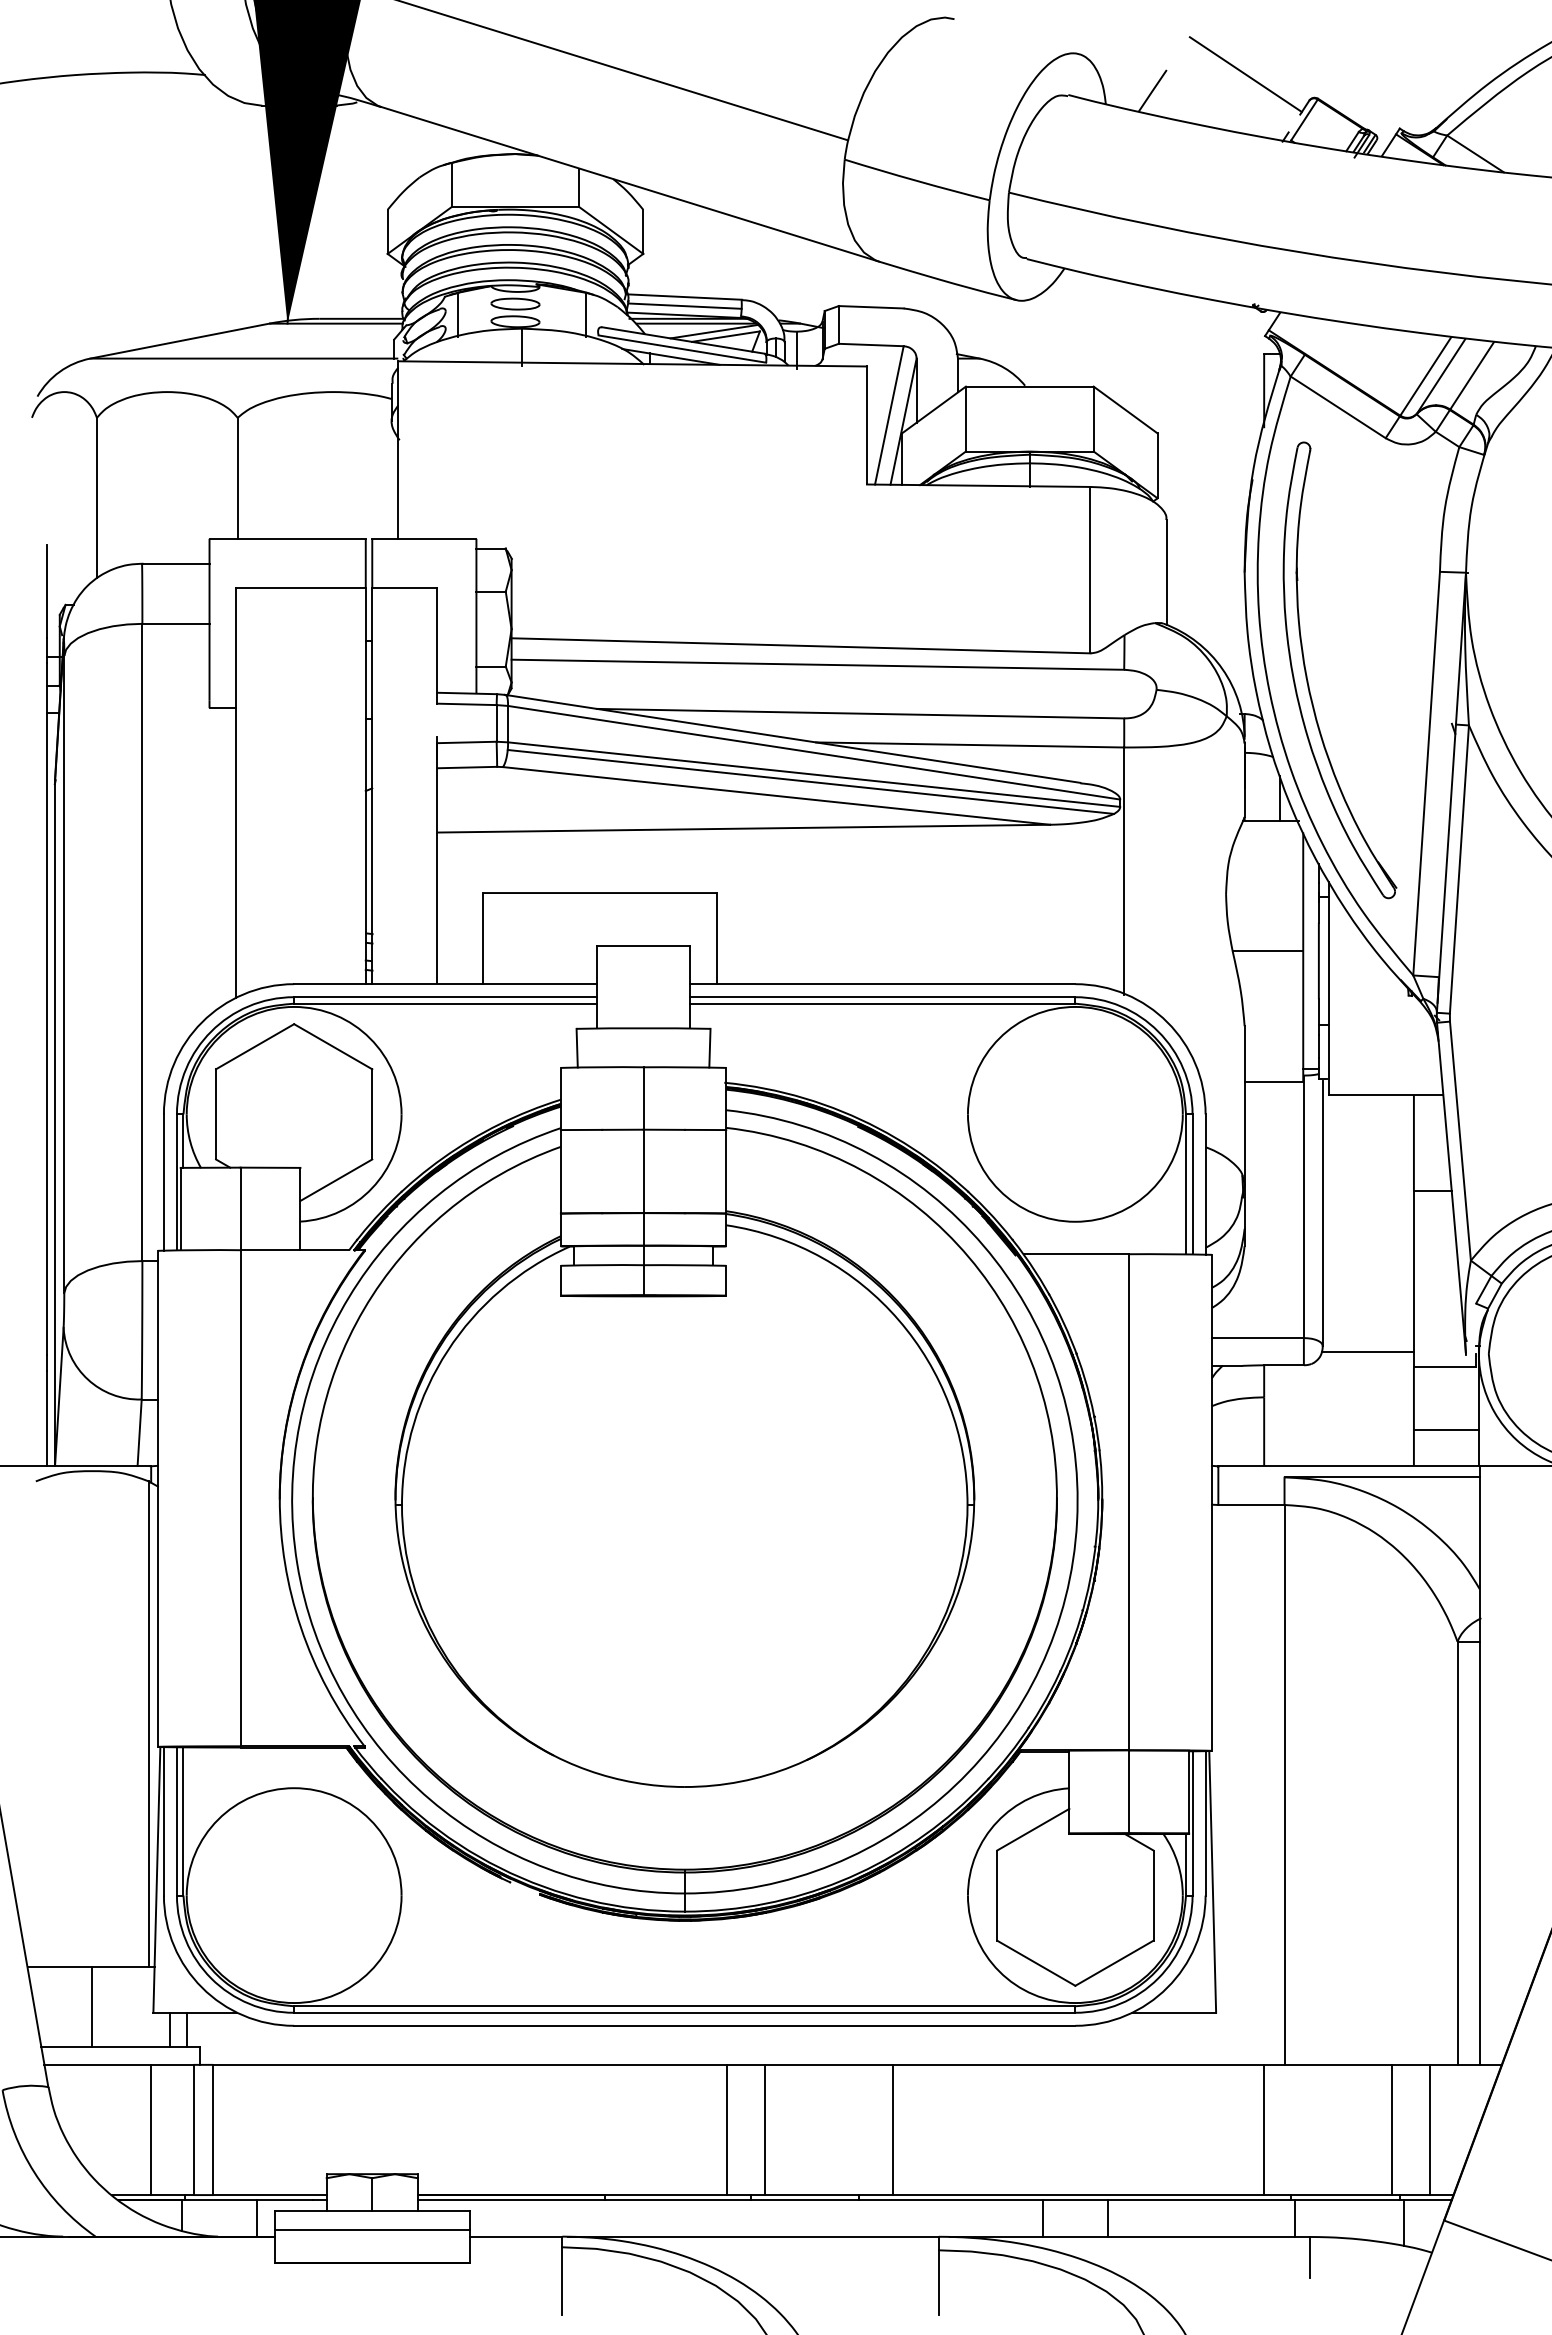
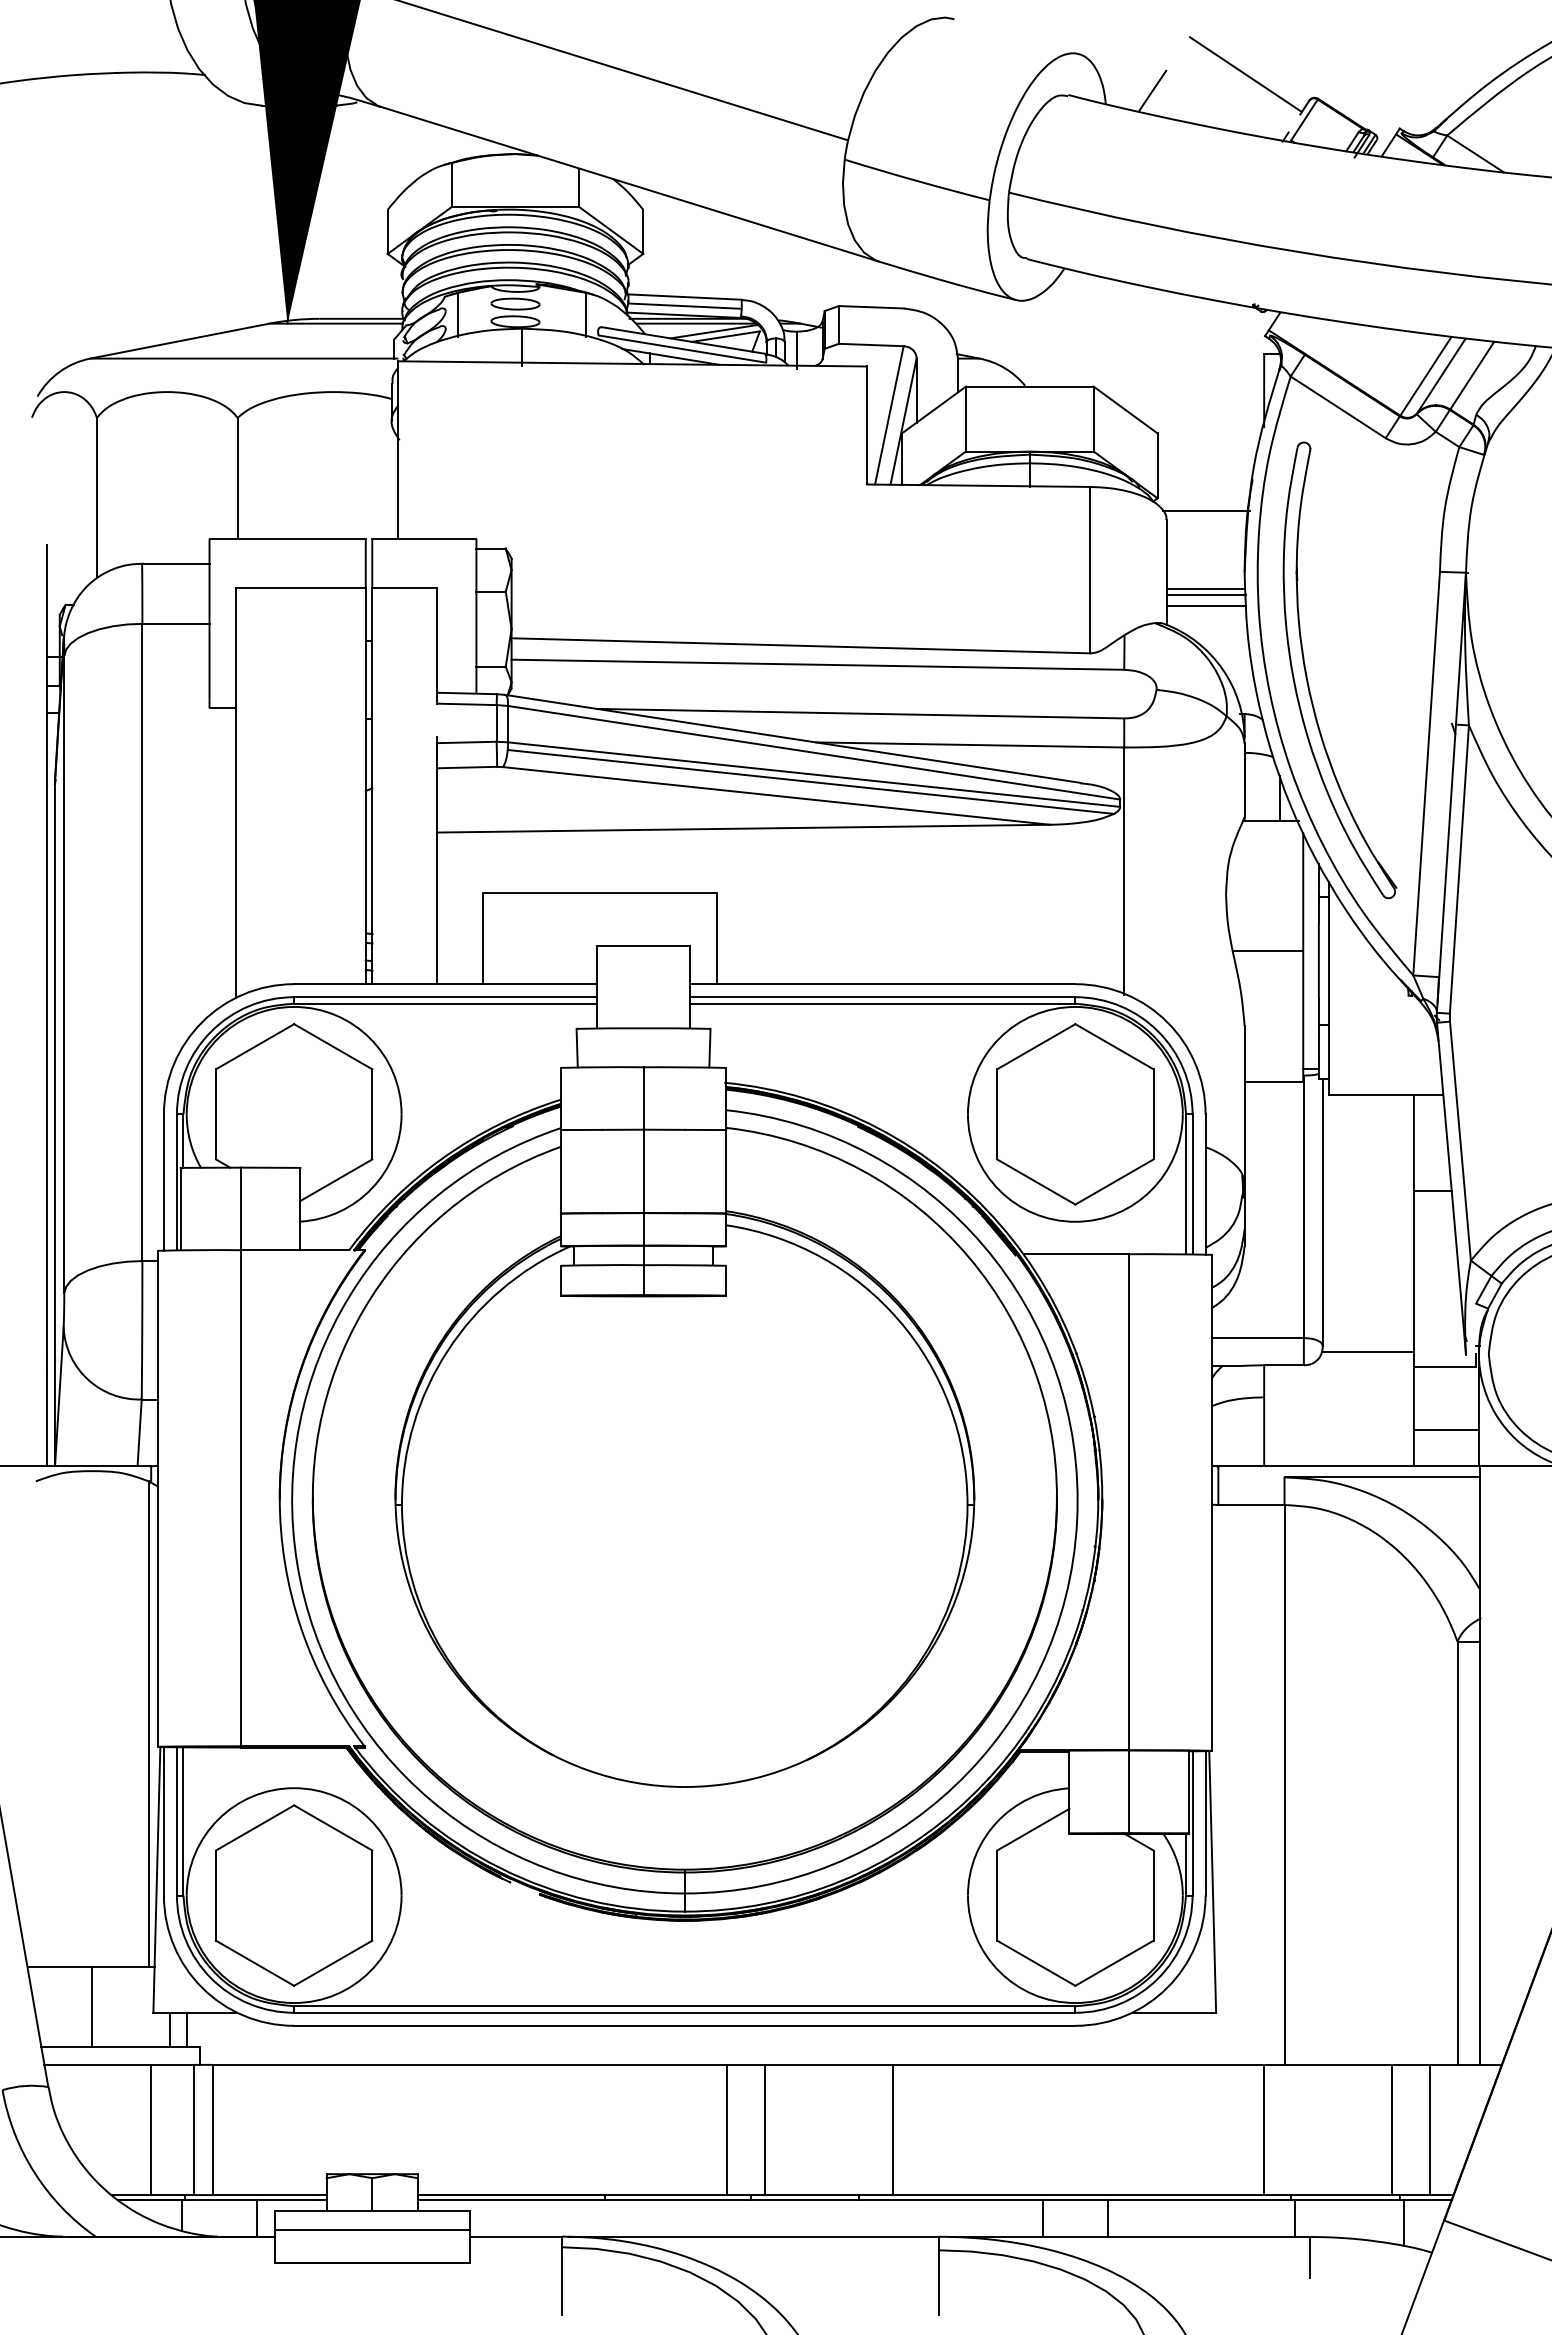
line at (1206, 510): none -> present
line at (1205, 588): none -> present
line at (1205, 595): none -> present
line at (1206, 606): none -> present
part at (1075, 1114): none -> present
part at (294, 1895): none -> present
